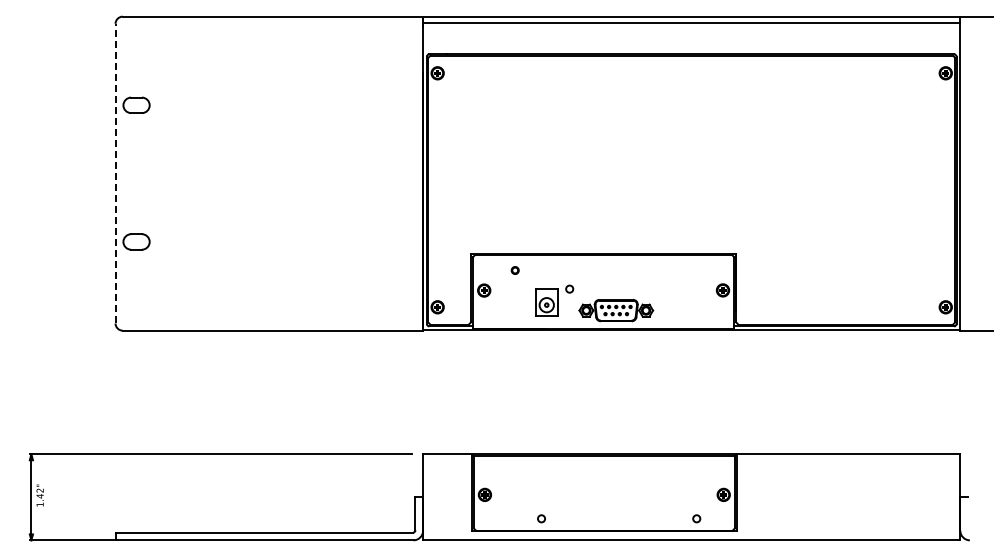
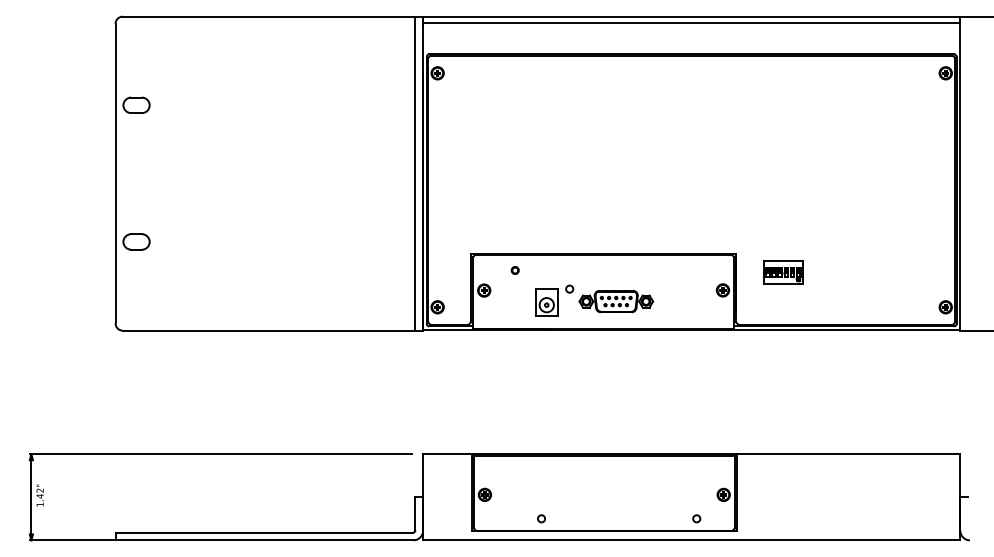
line at (115, 173): dashed -> solid
line at (415, 173): none -> present
part at (783, 272): none -> present
part at (616, 310) position: (616, 310) -> (616, 301)
